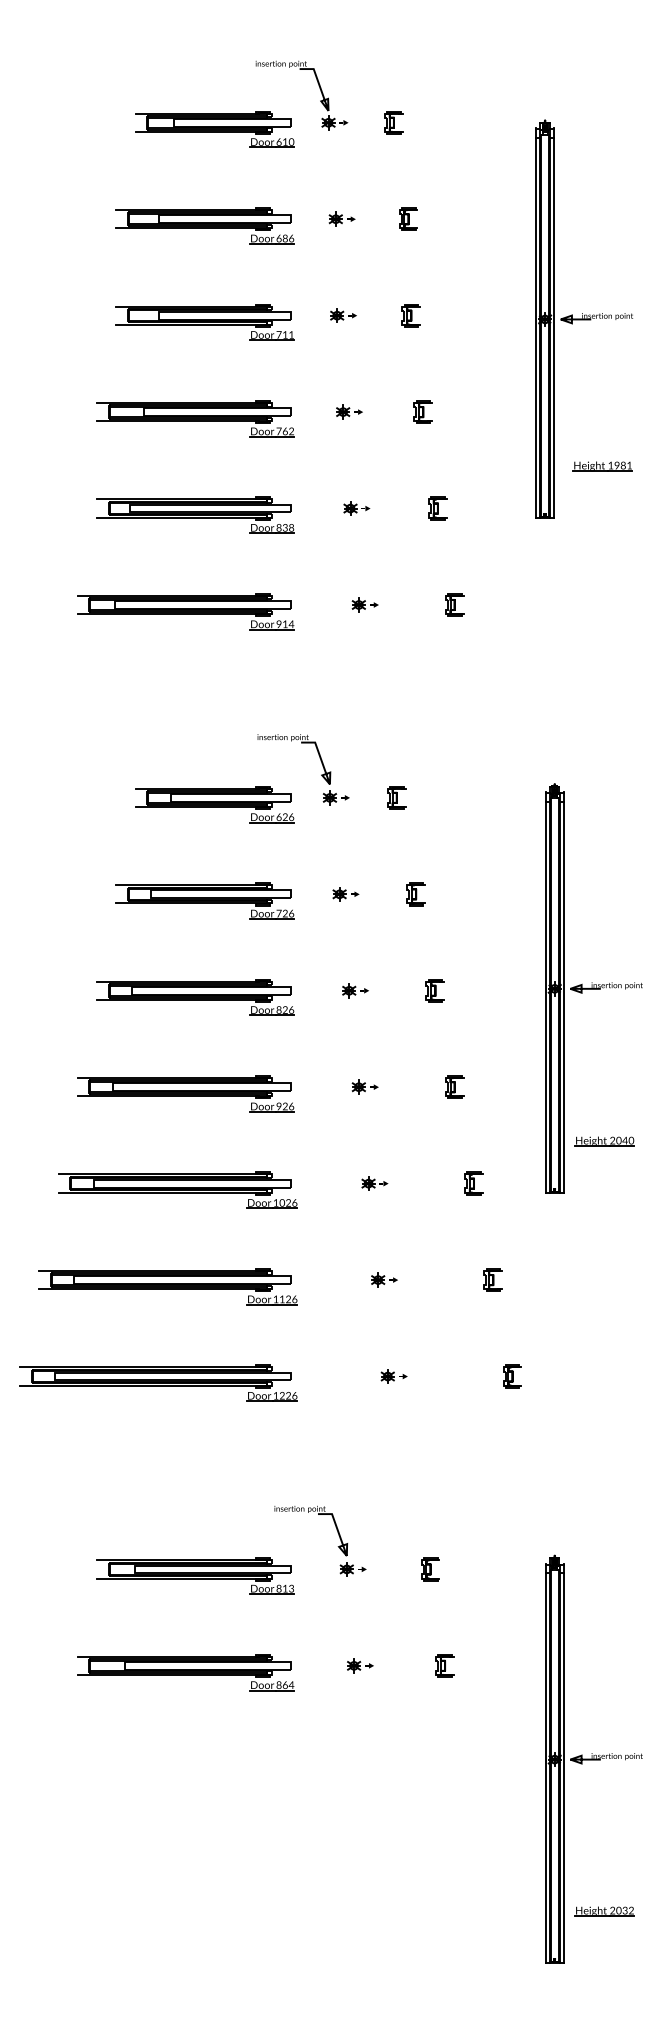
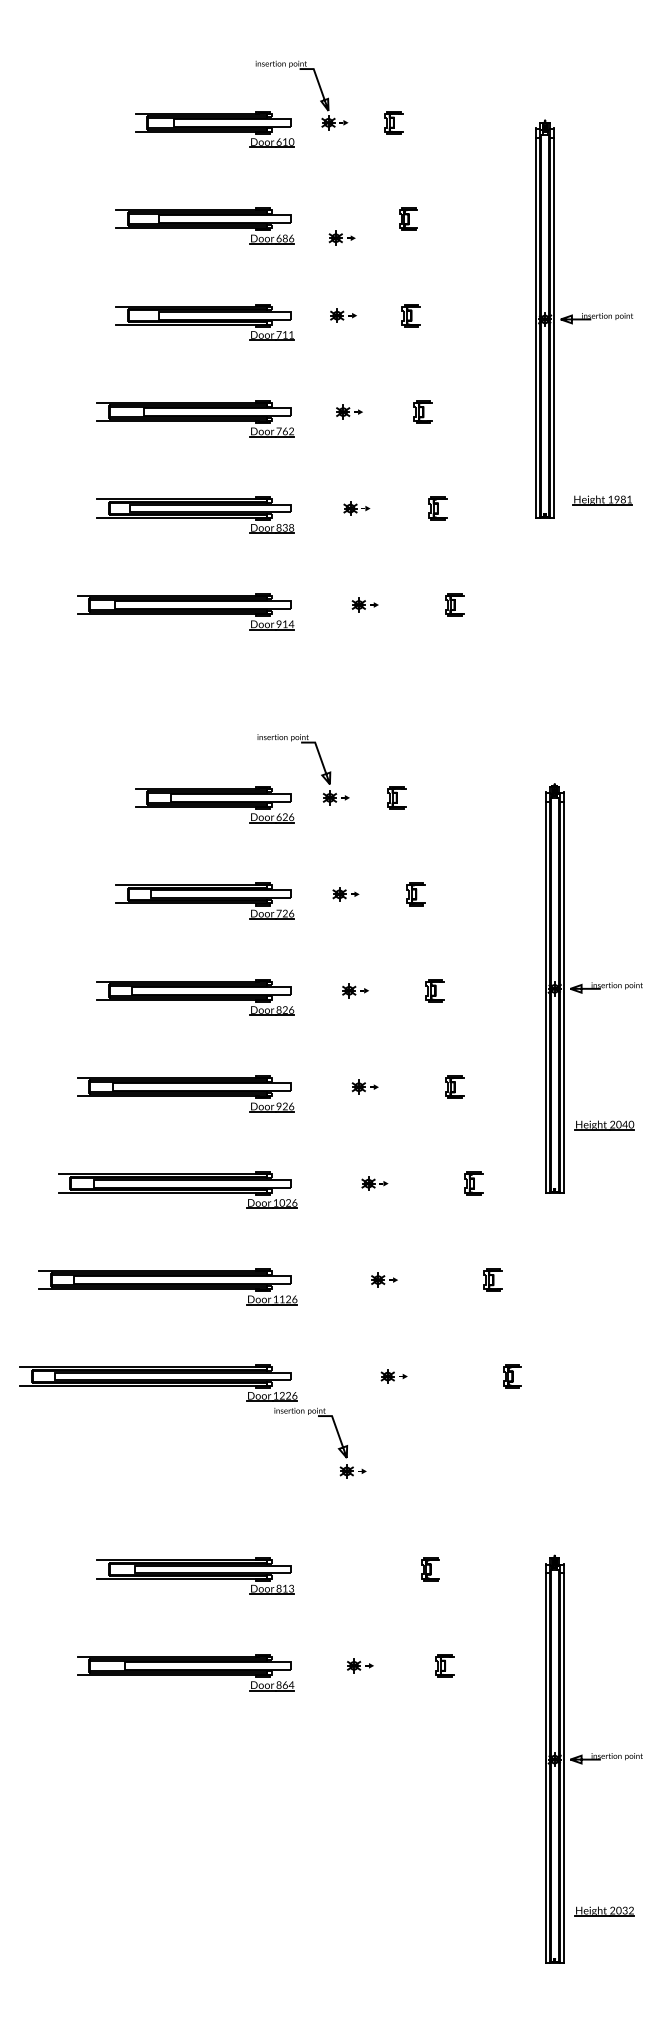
part at (341, 218) position: (341, 218) -> (341, 237)
part at (602, 466) position: (602, 466) -> (602, 500)
part at (604, 1141) position: (604, 1141) -> (604, 1125)
part at (337, 1546) position: (337, 1546) -> (337, 1448)
